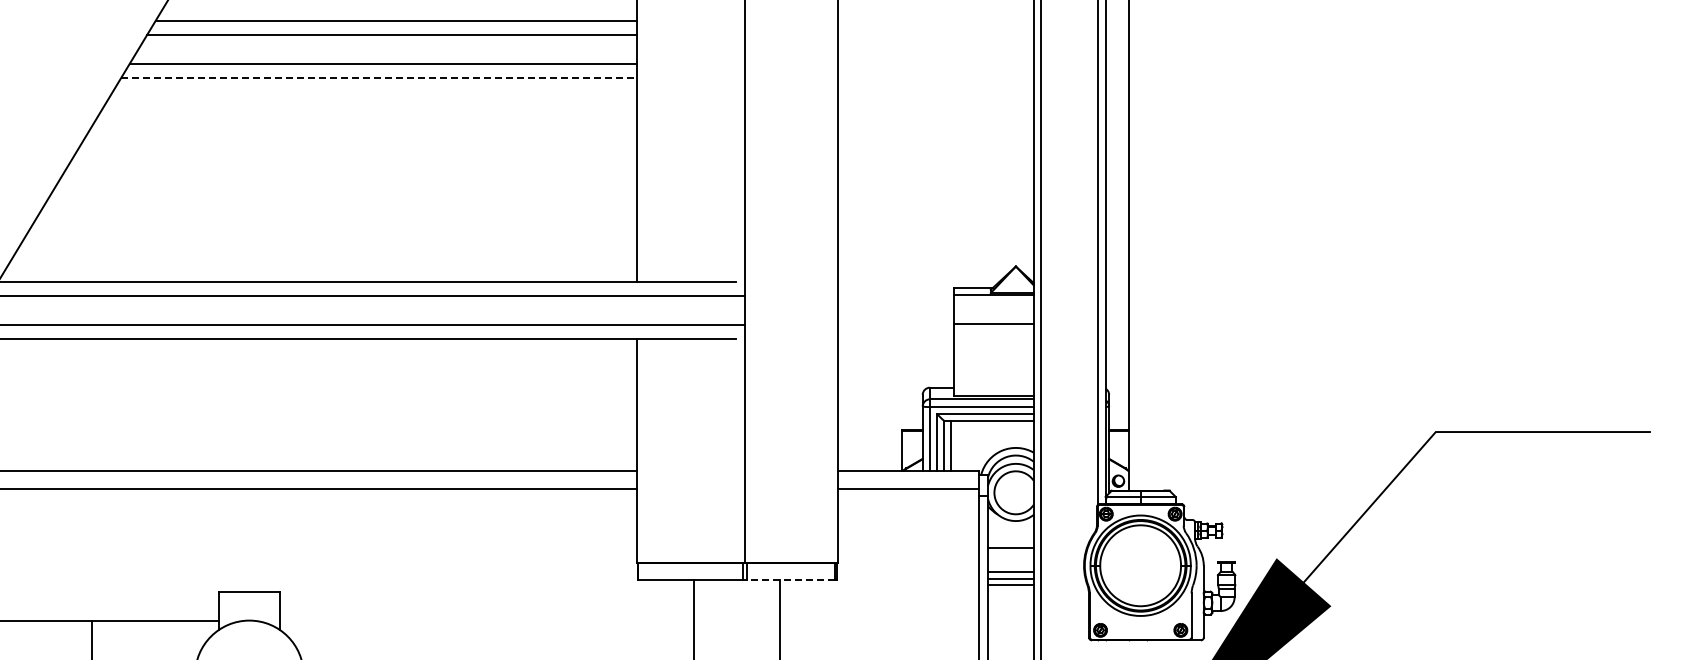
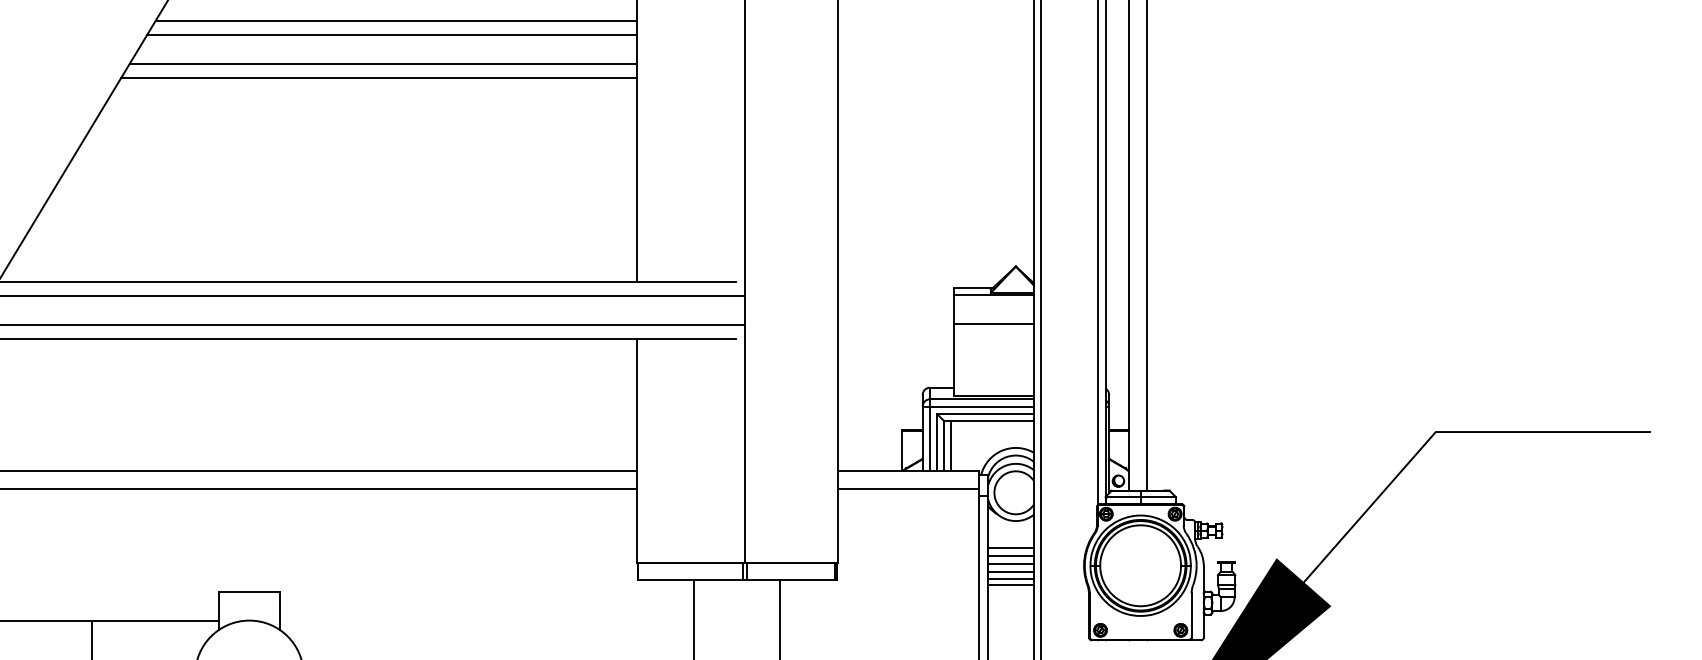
line at (379, 78): dashed -> solid
line at (1146, 246): none -> present
line at (1010, 555): none -> present
line at (1010, 563): none -> present
line at (790, 580): dashed -> solid
